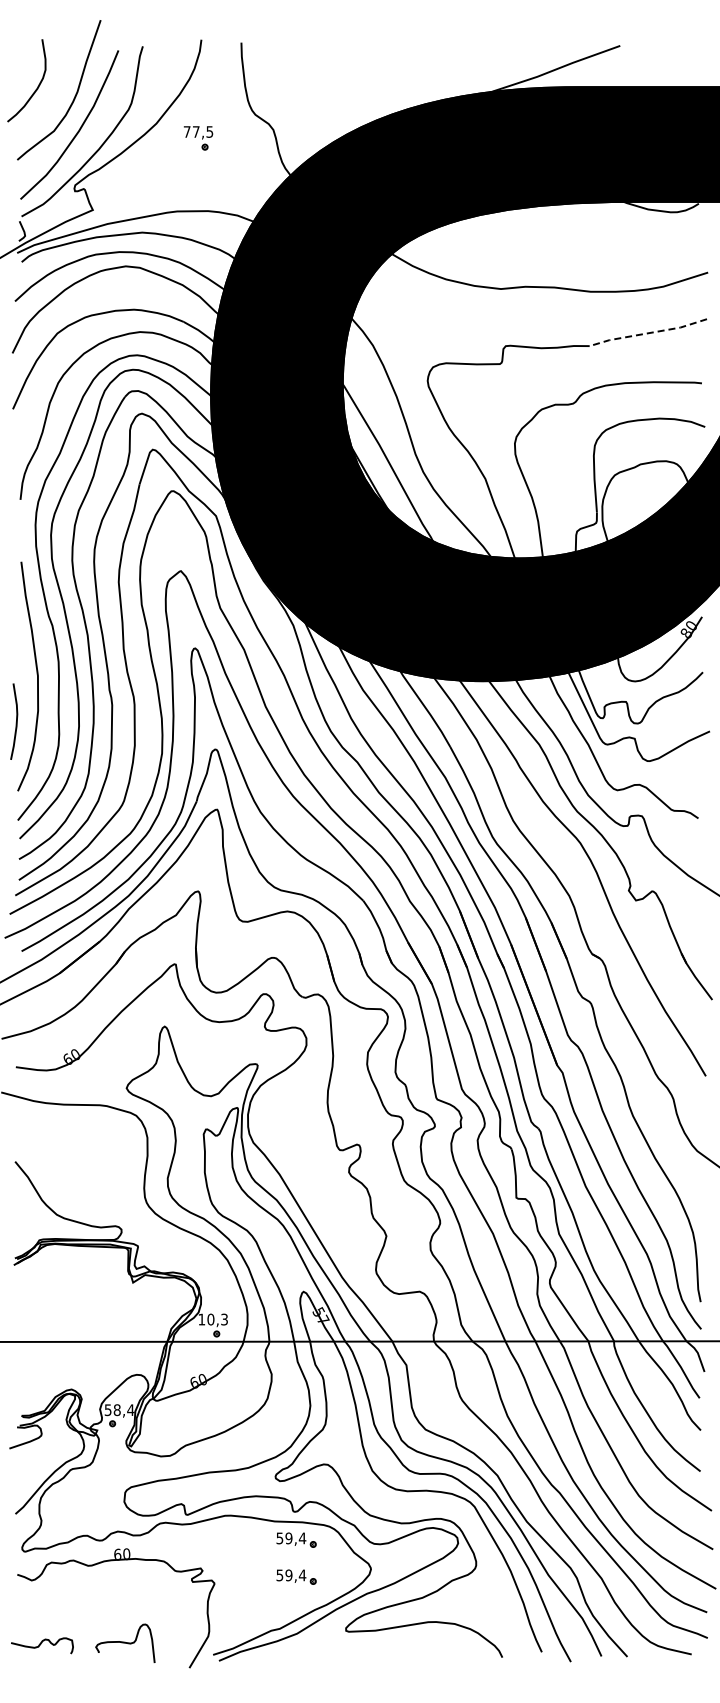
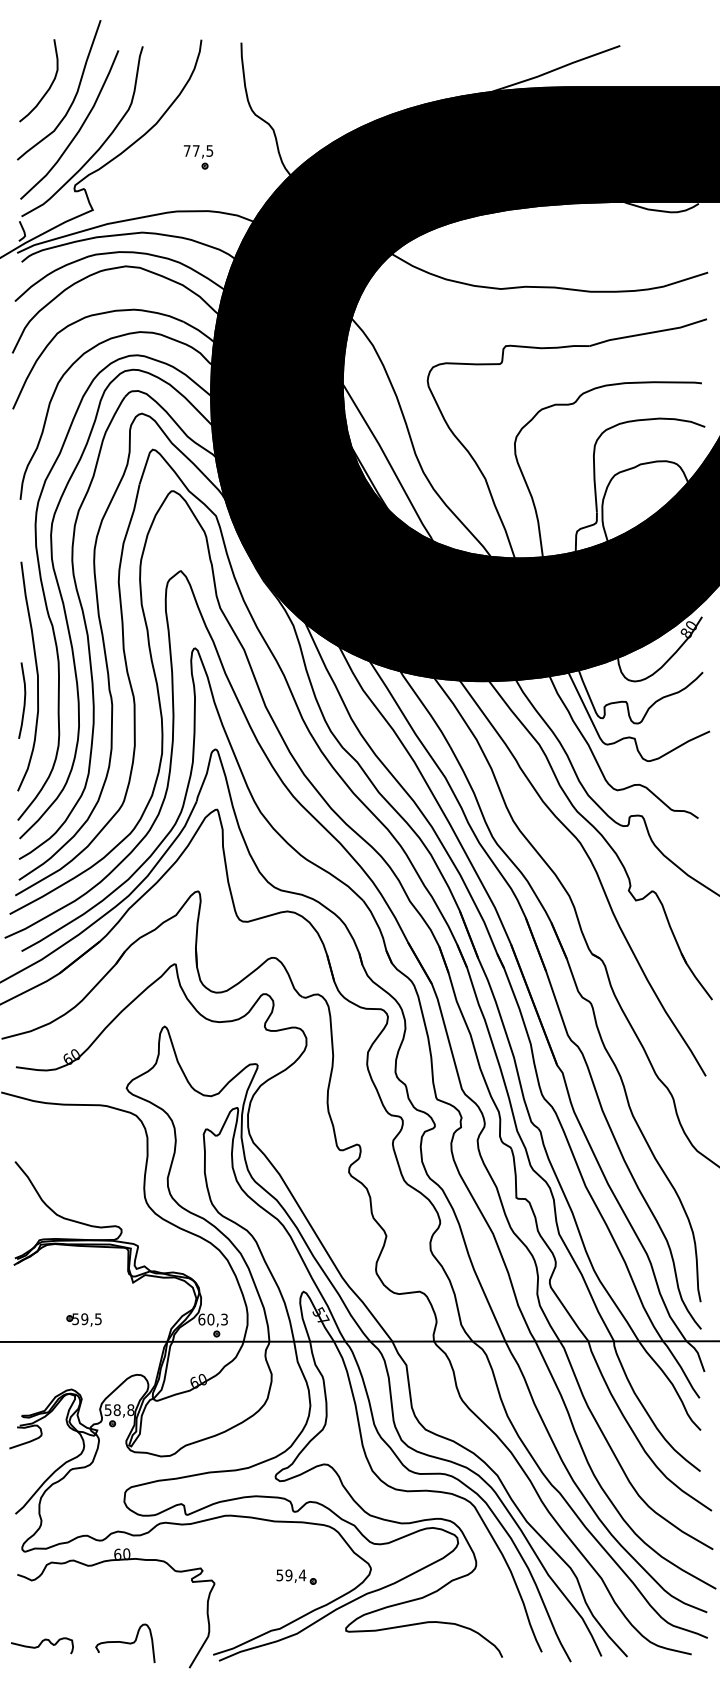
curve at (37, 86) position: (37, 86) -> (49, 86)
part at (198, 138) position: (198, 138) -> (198, 157)
line at (647, 333): dashed -> solid
curve at (15, 722) position: (15, 722) -> (23, 701)
part at (83, 1319): none -> present
text at (201, 1319): 10,3 -> 60,3
text at (130, 1410): 58,4 -> 58,8
part at (296, 1539): present -> none
